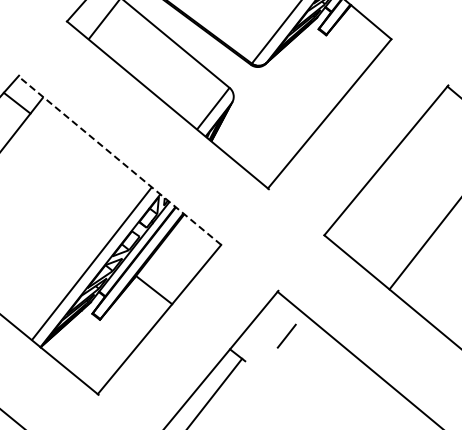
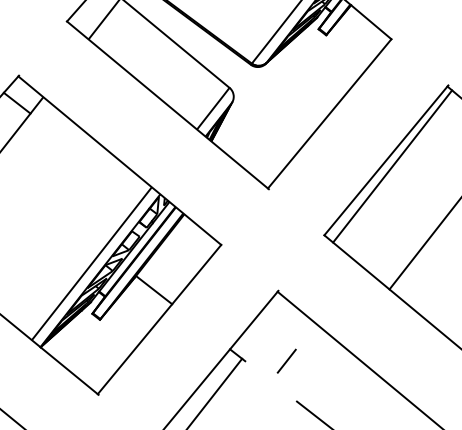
line at (119, 160): dashed -> solid
line at (392, 166): none -> present
line at (286, 335) position: (286, 335) -> (286, 360)
line at (313, 413): none -> present
